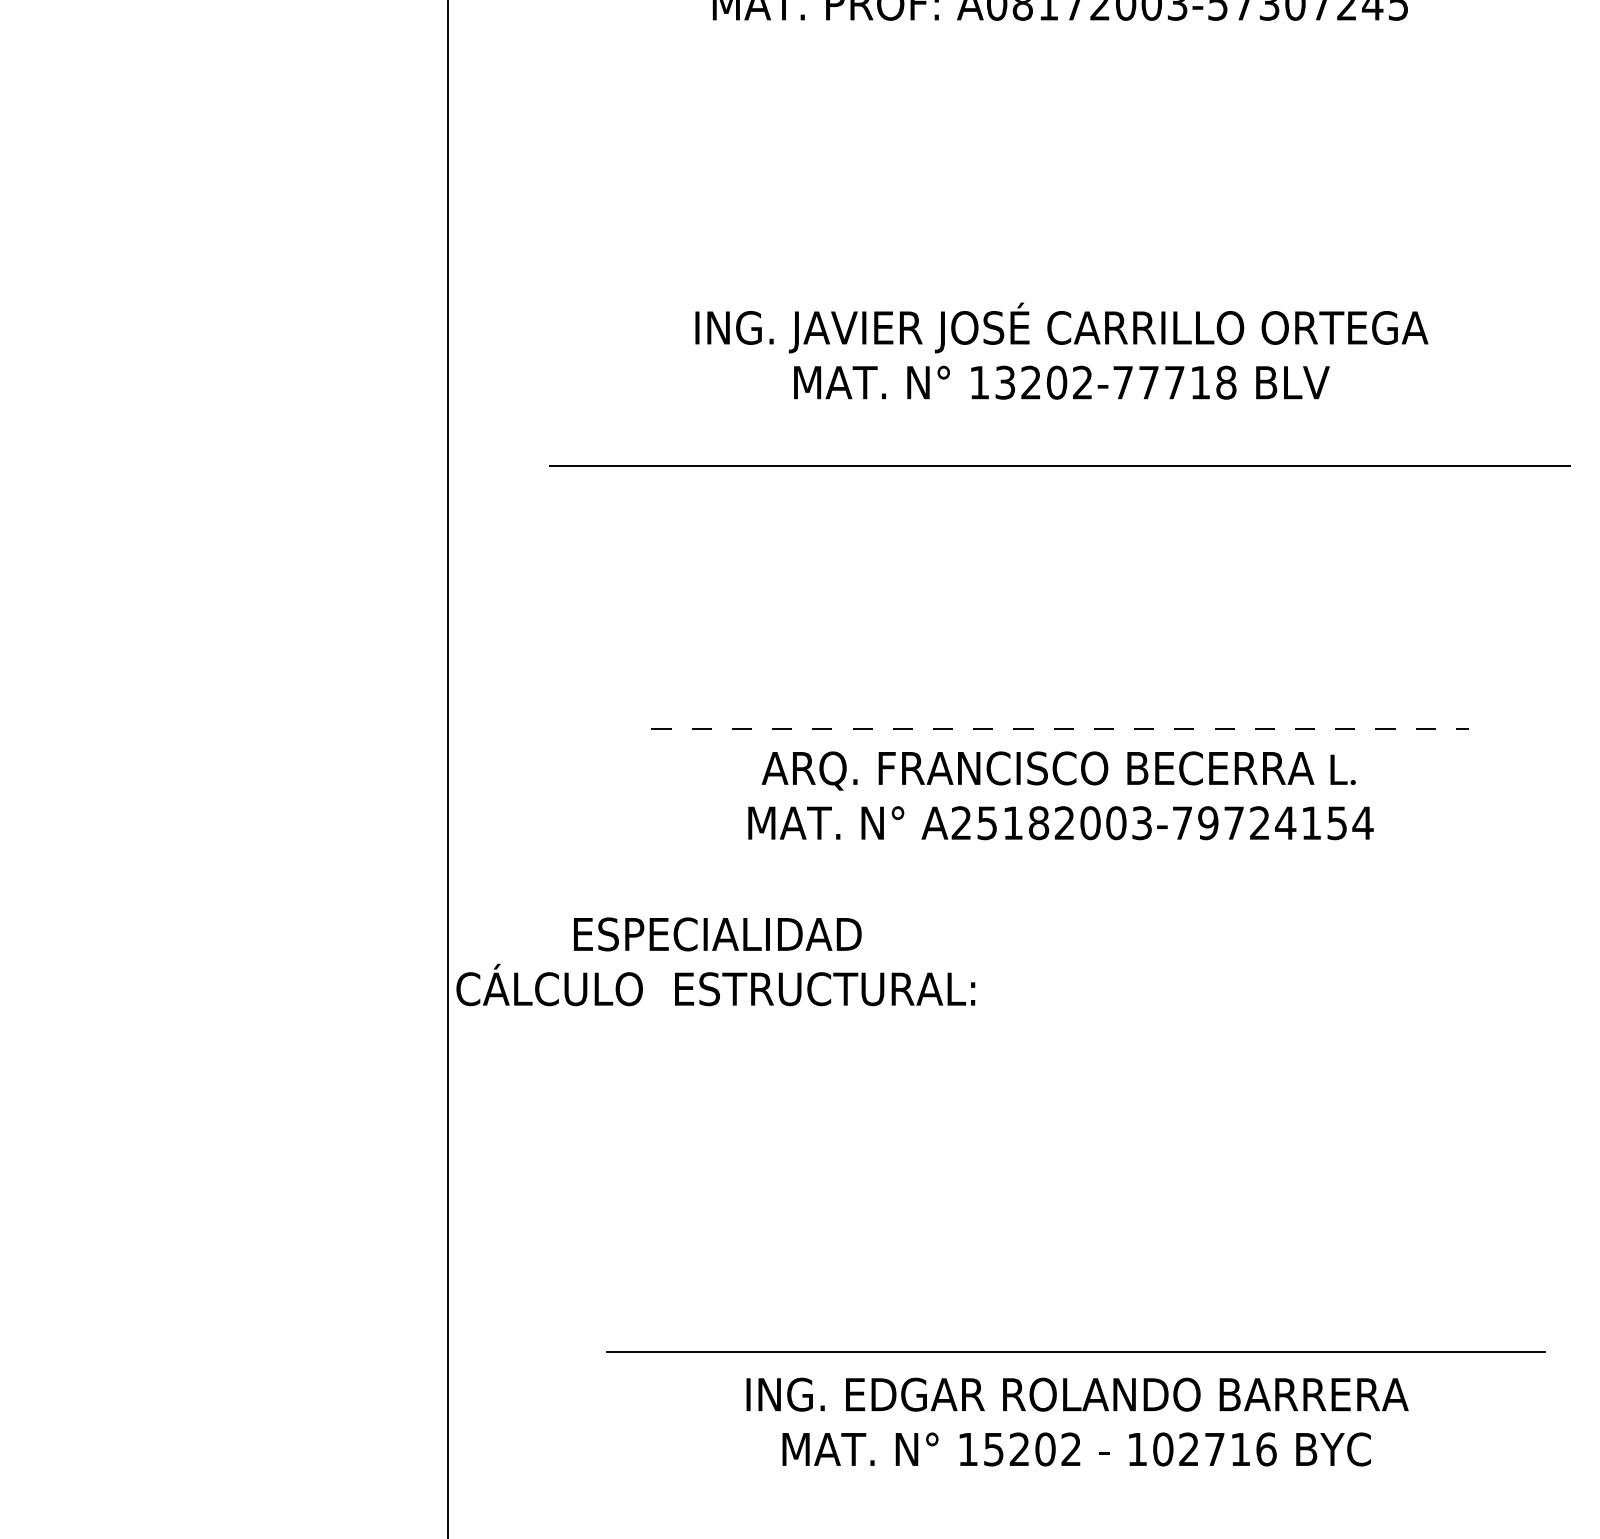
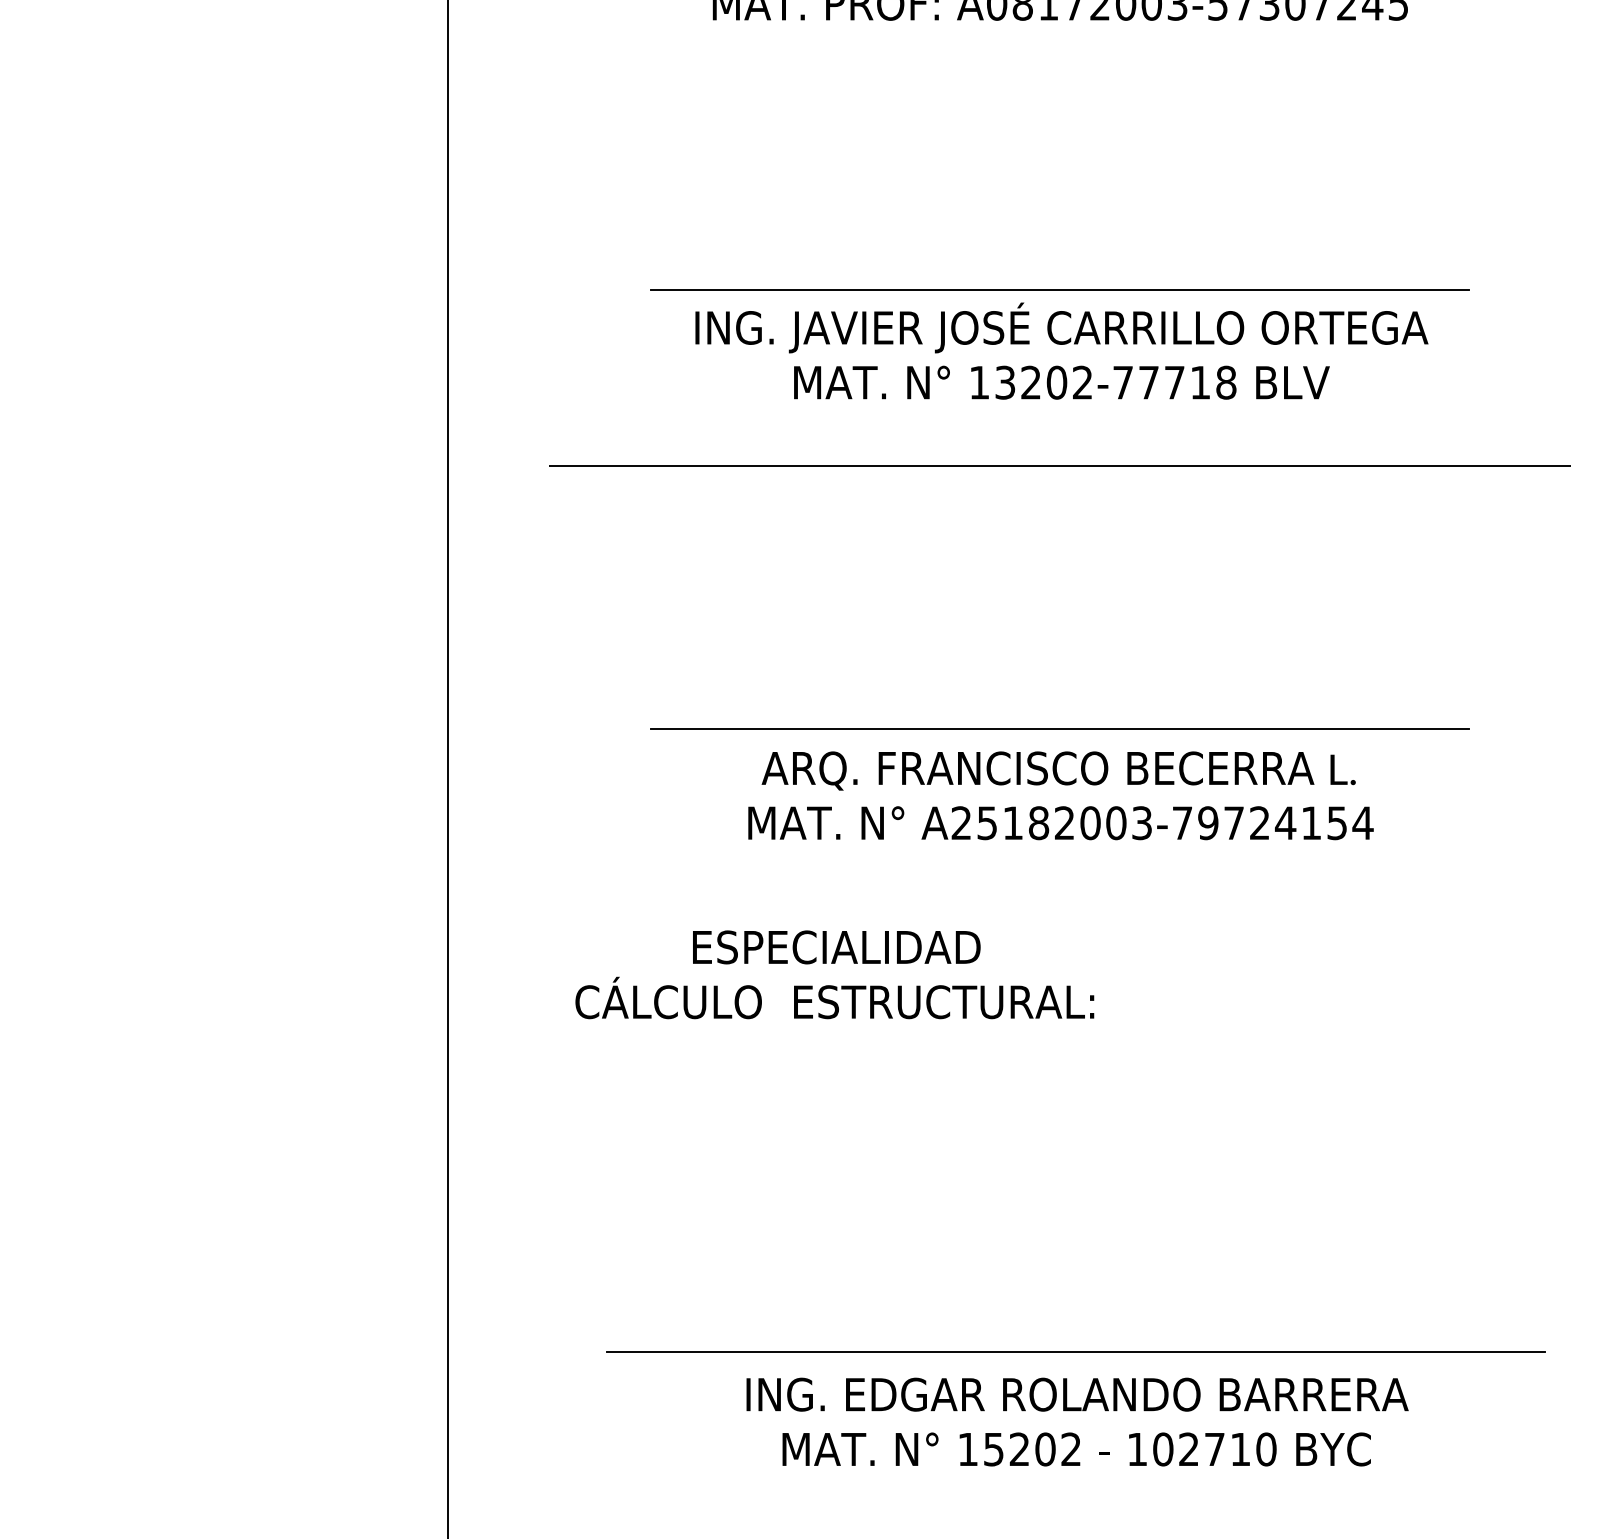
line at (1059, 289): none -> present
line at (1060, 729): dashed -> solid
text at (715, 961) position: (715, 961) -> (834, 974)
text at (1266, 1449): 102716 -> 102710
